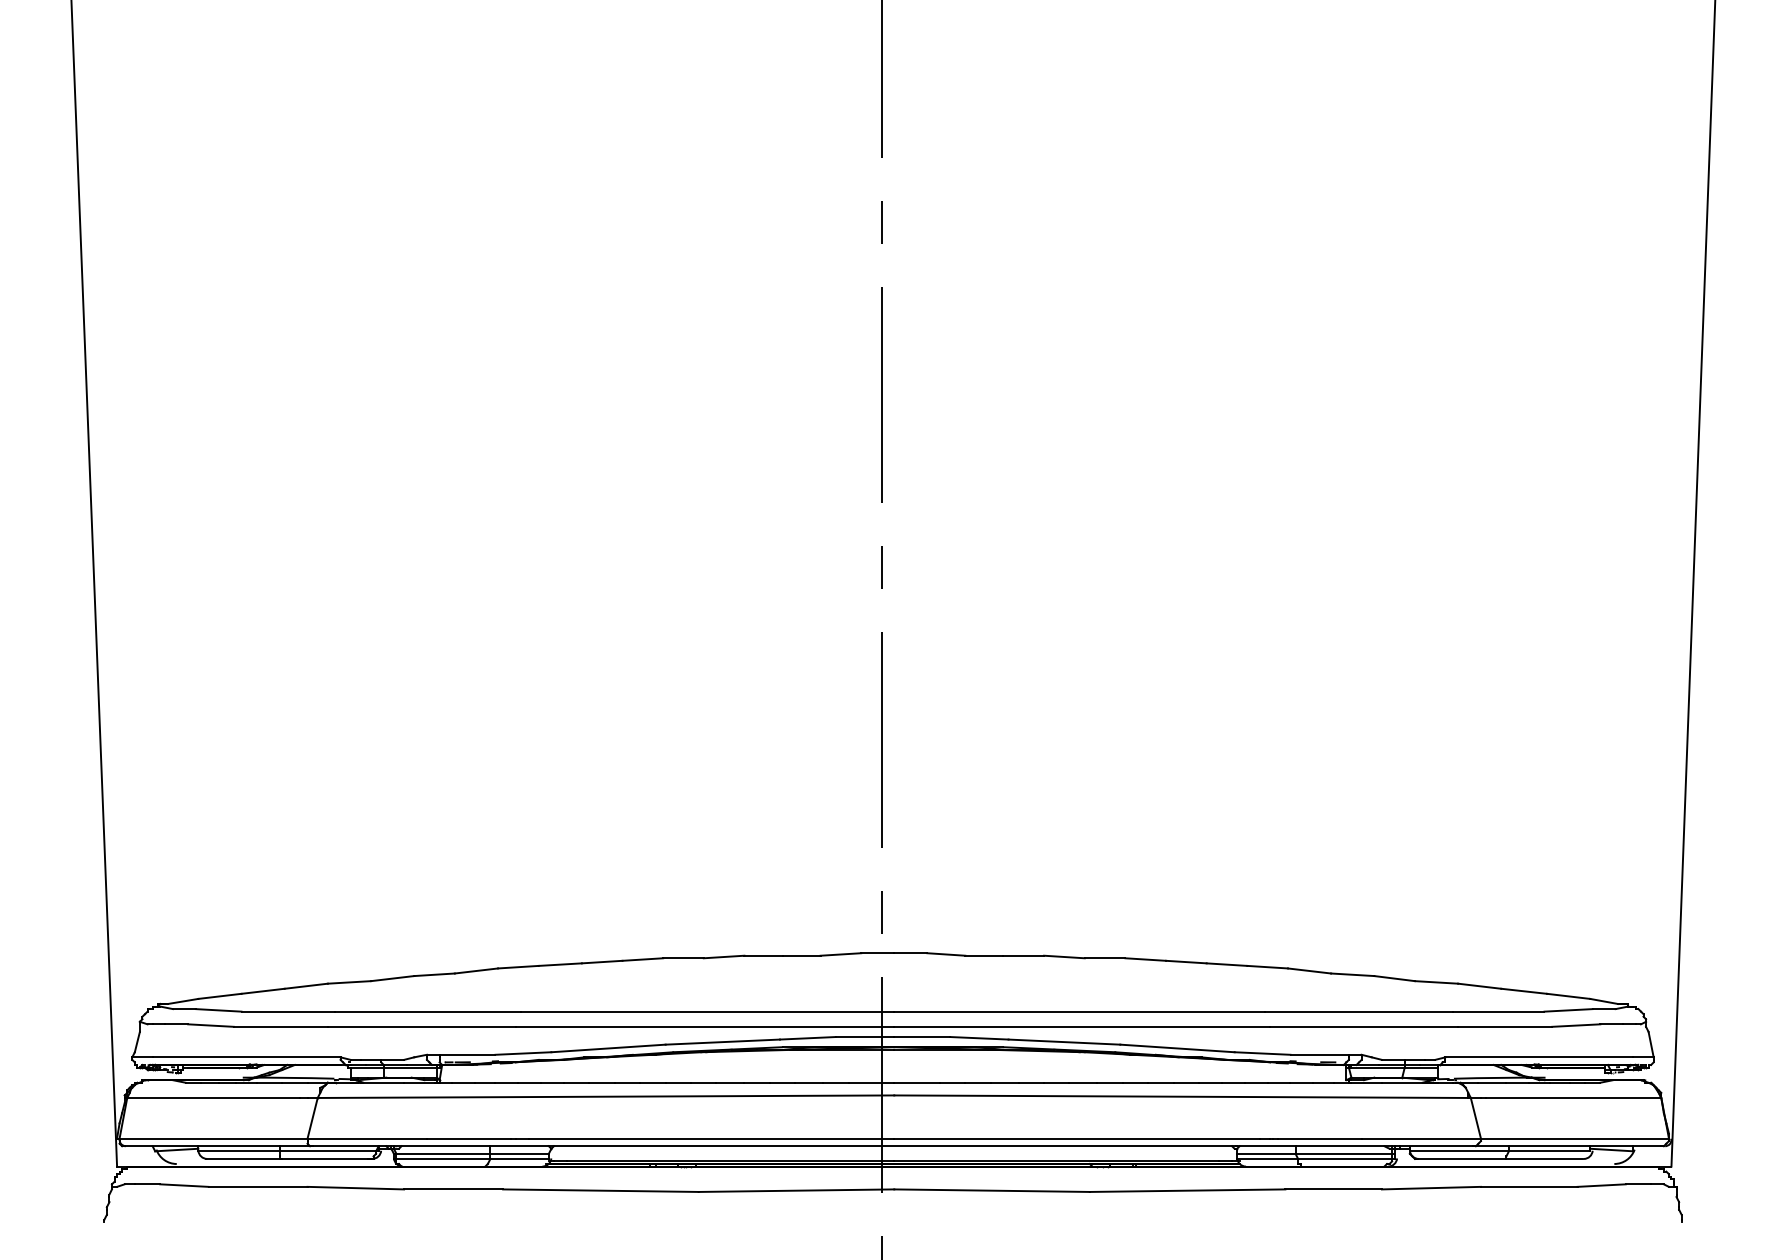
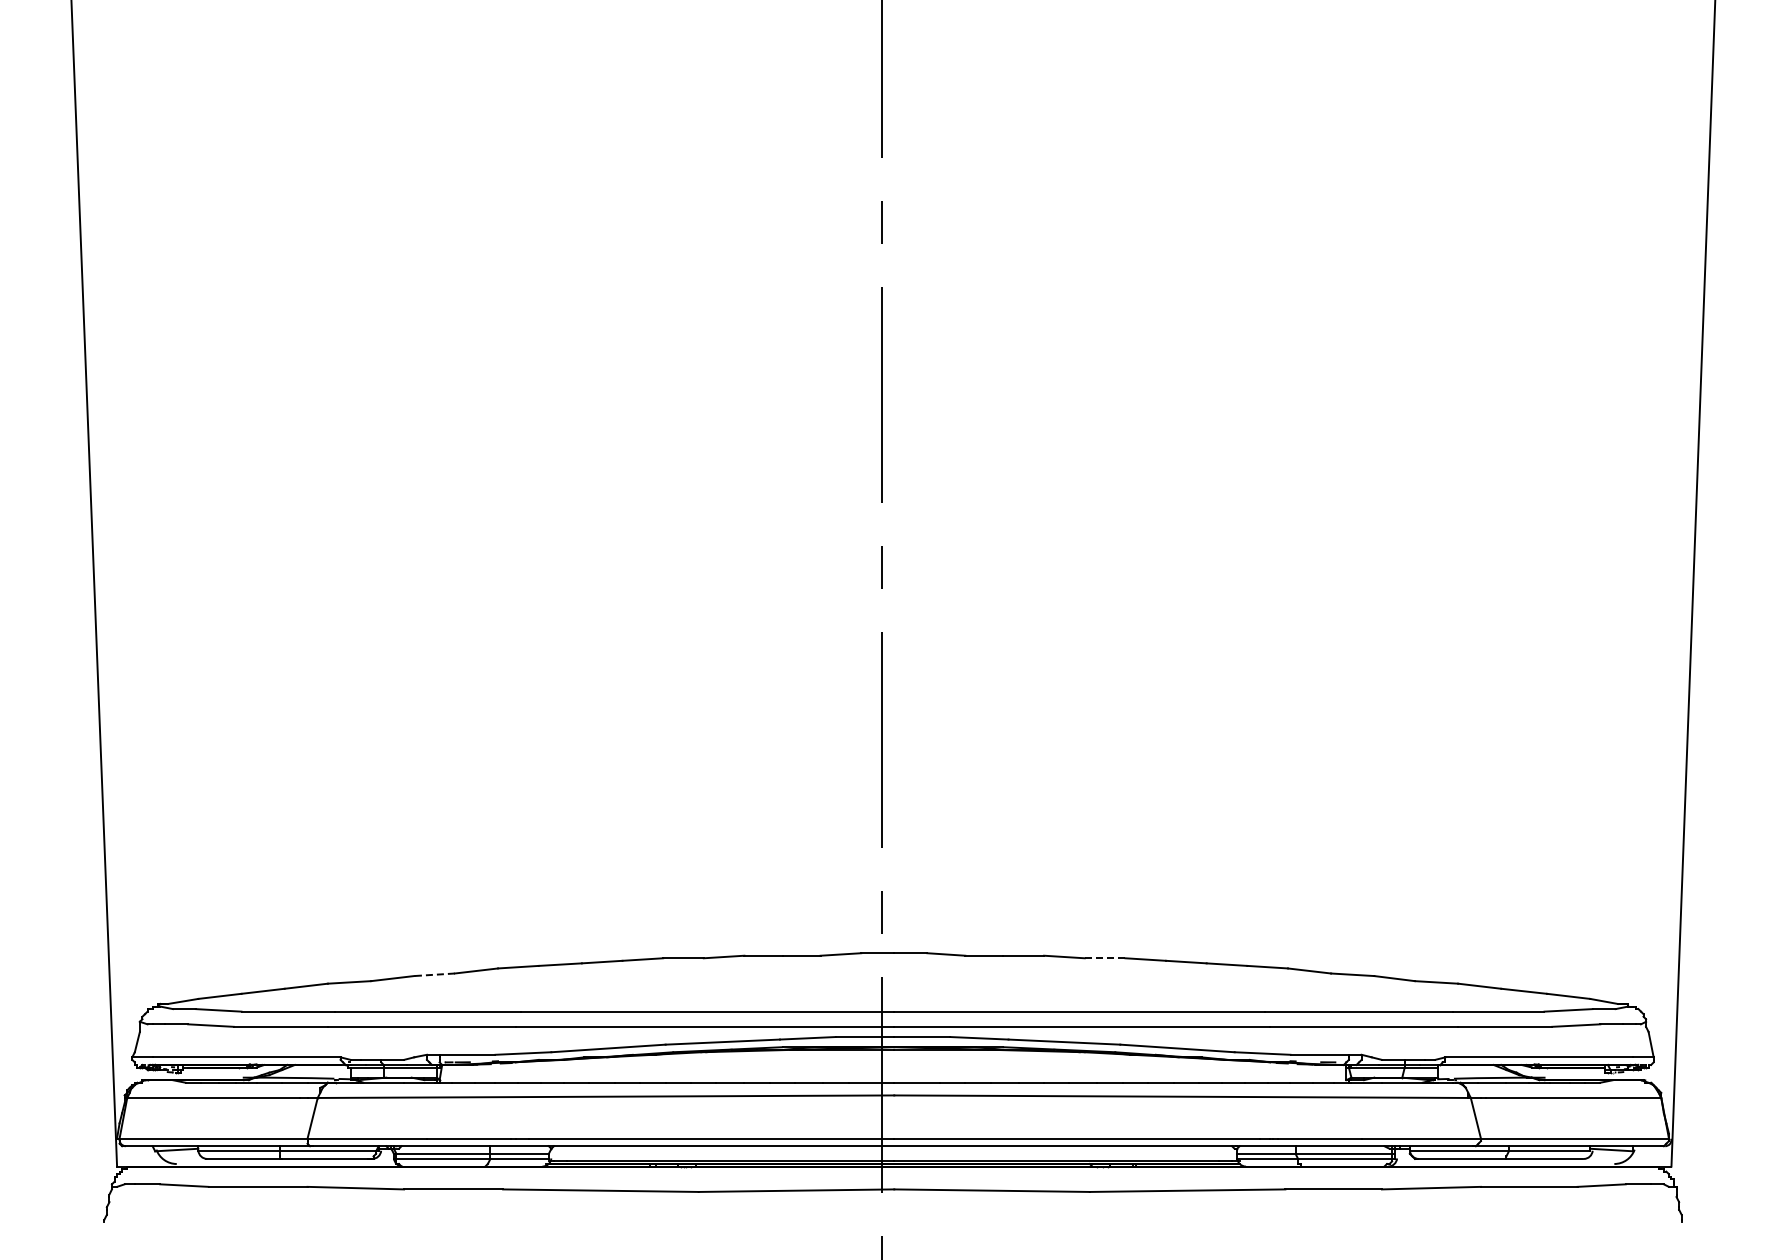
line at (1104, 958): solid -> dashed
line at (434, 974): solid -> dashed
